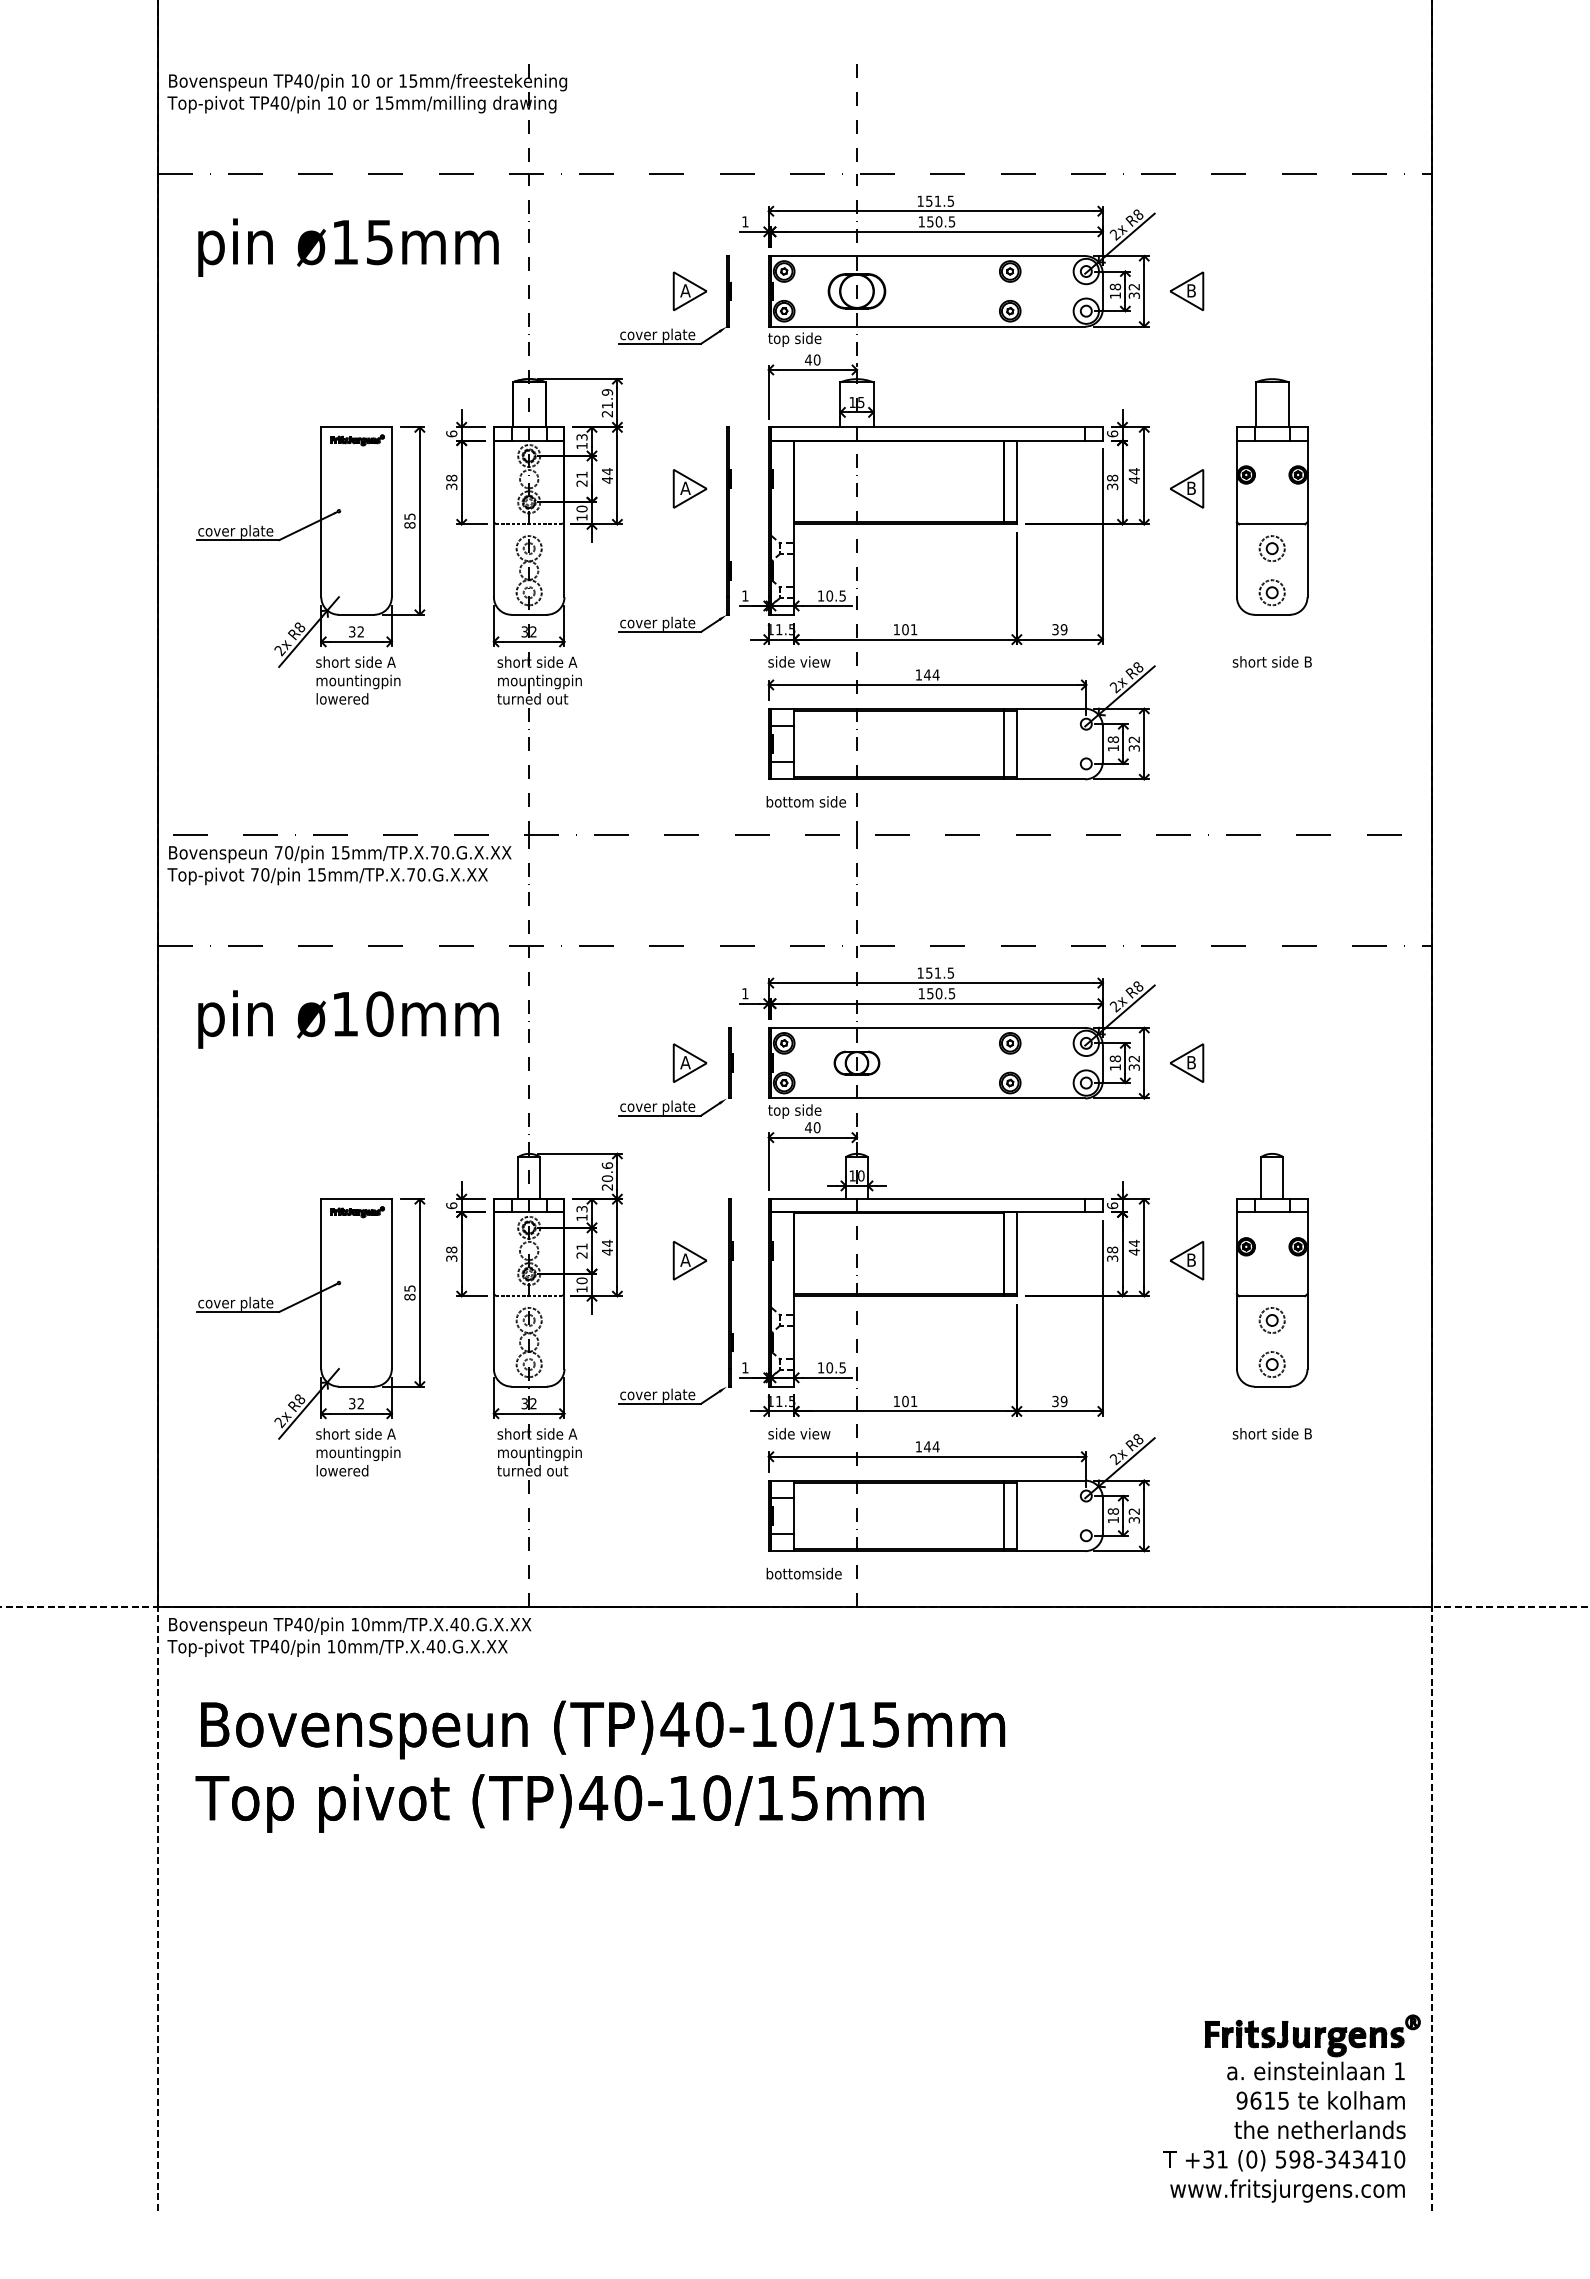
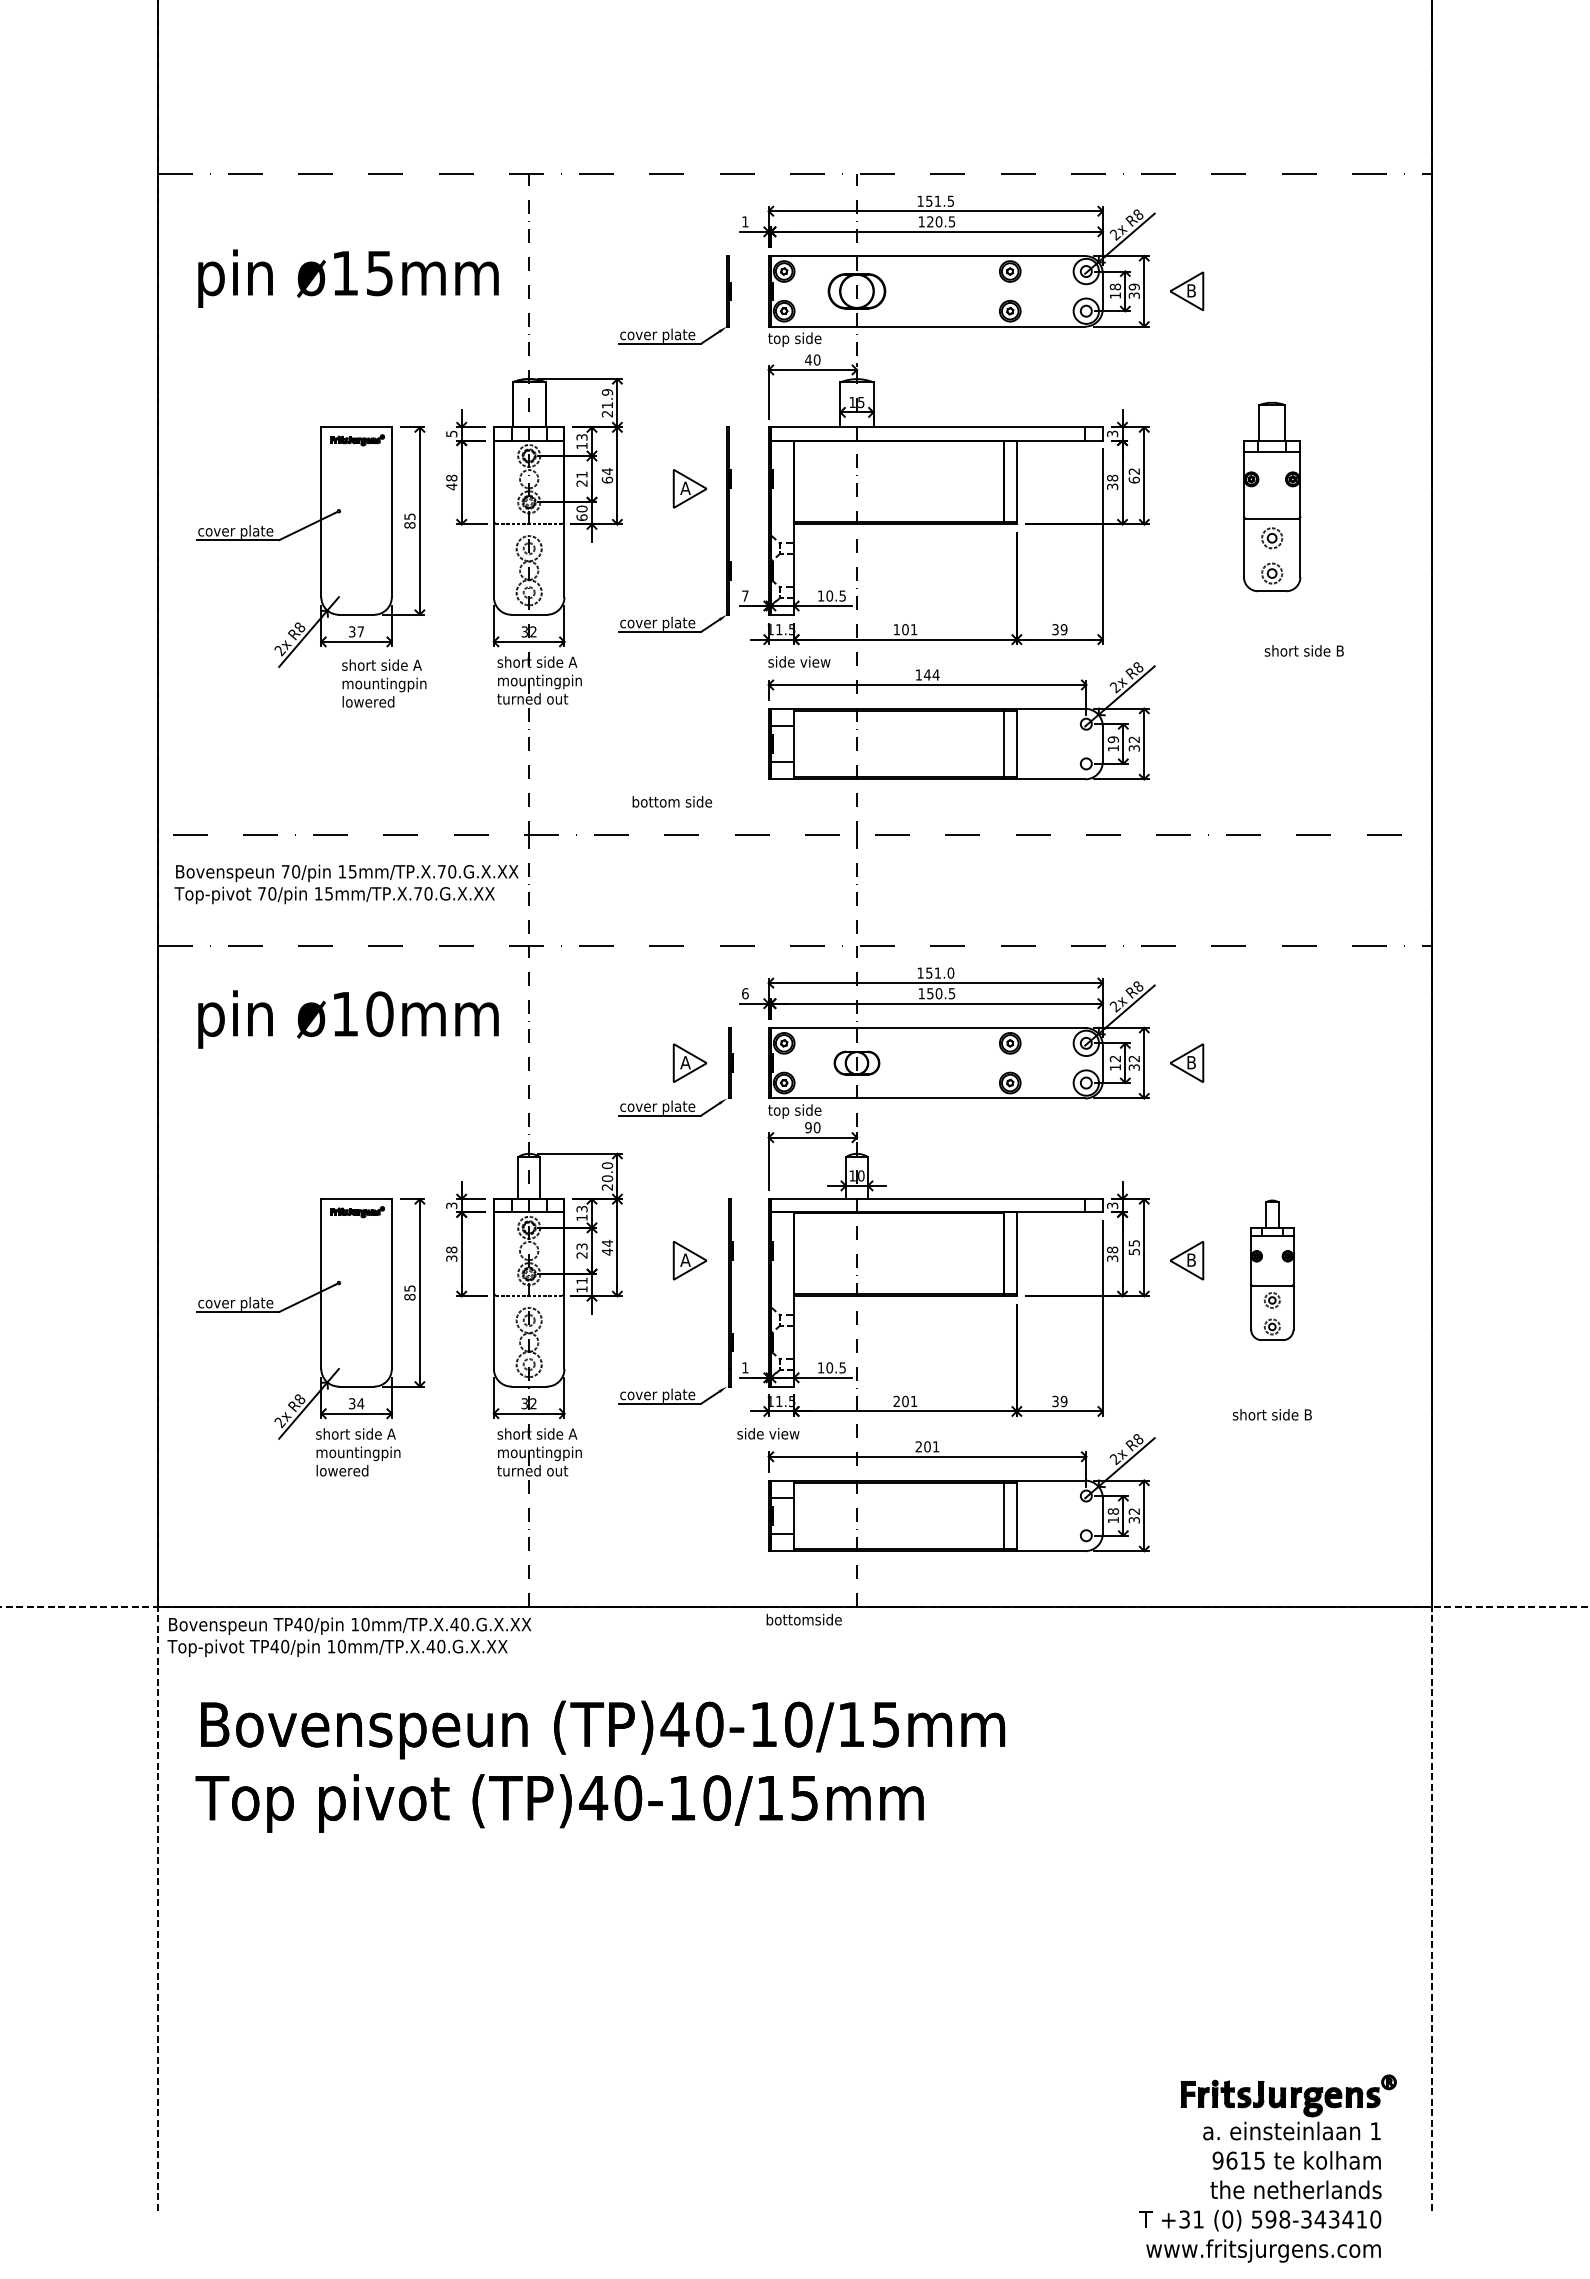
line at (856, 105): present -> none
part at (367, 112): present -> none
text at (930, 221): 150.5 -> 120.5
text at (348, 247) position: (348, 247) -> (348, 278)
text at (1133, 286): 32 -> 39
part at (689, 291): present -> none
text at (451, 433): 6 -> 5
text at (1112, 433): 6 -> 3
text at (1133, 475): 44 -> 62
text at (607, 479): 44 -> 64
text at (451, 486): 38 -> 48
part at (1187, 488): present -> none
part at (1271, 496) size: 74x238 px -> 60x192 px
text at (581, 517): 10 -> 60
text at (745, 595): 1 -> 7
text at (360, 631): 32 -> 37
text at (1271, 661) position: (1271, 661) -> (1303, 650)
text at (358, 680) position: (358, 680) -> (384, 683)
text at (1113, 739): 18 -> 19
text at (805, 801) position: (805, 801) -> (671, 801)
text at (339, 865) position: (339, 865) -> (346, 884)
text at (950, 972): 151.5 -> 151.0
text at (745, 993): 1 -> 6
text at (1115, 1058): 18 -> 12
text at (808, 1127): 40 -> 90
text at (606, 1165): 20.6 -> 20.0
text at (451, 1205): 6 -> 3
text at (1112, 1205): 6 -> 3
text at (581, 1246): 21 -> 23
text at (1133, 1247): 44 -> 55
part at (1272, 1270) size: 73x235 px -> 45x142 px
text at (581, 1280): 10 -> 11
text at (896, 1400): 101 -> 201
text at (360, 1403): 32 -> 34
text at (799, 1433) position: (799, 1433) -> (768, 1433)
text at (1271, 1433) position: (1271, 1433) -> (1271, 1414)
text at (927, 1446): 144 -> 201
text at (803, 1573) position: (803, 1573) -> (803, 1619)
part at (1291, 2108) position: (1291, 2108) -> (1267, 2168)
